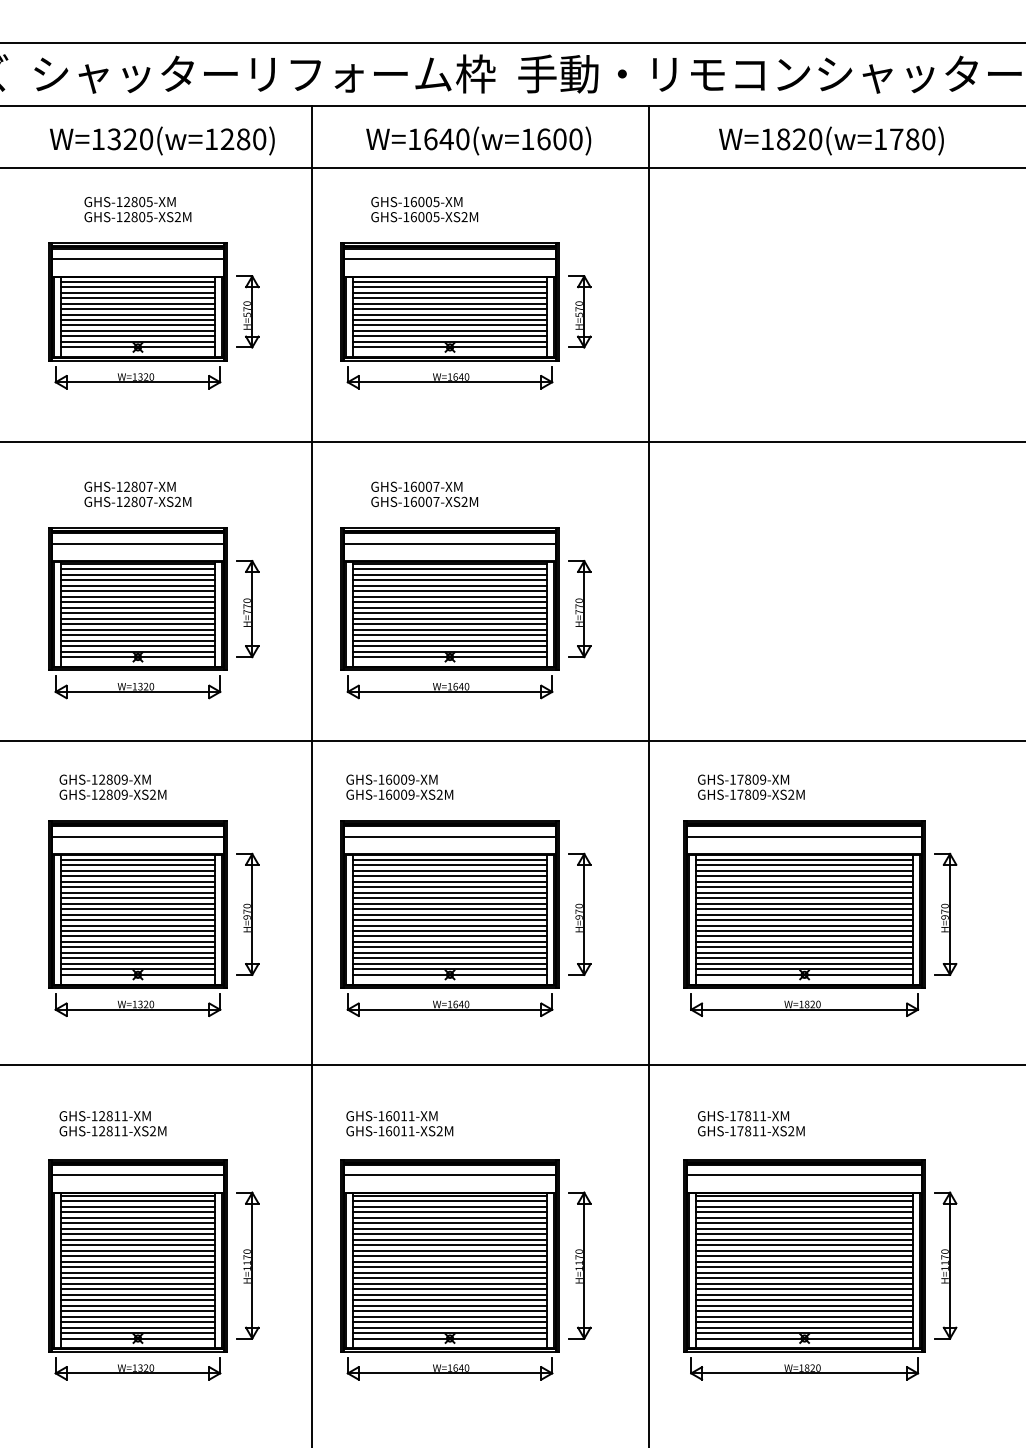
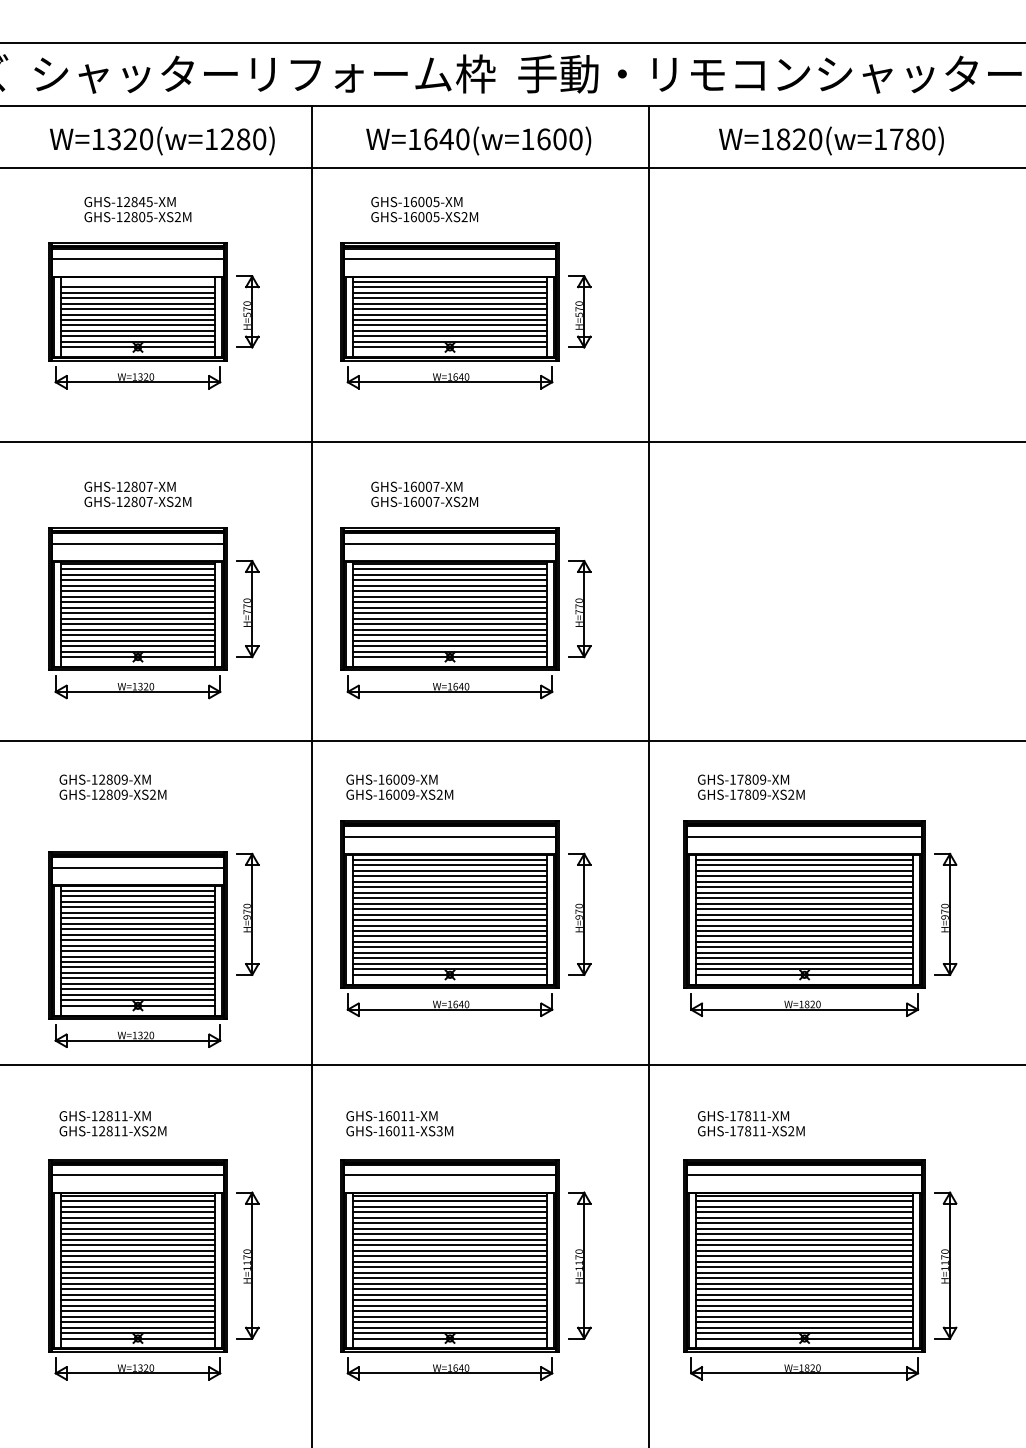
text at (141, 202): GHS-12805-XM -> GHS-12845-XM
line at (137, 281): present -> none
part at (137, 918) position: (137, 918) -> (137, 949)
text at (439, 1131): GHS-16011-XS2M -> GHS-16011-XS3M
